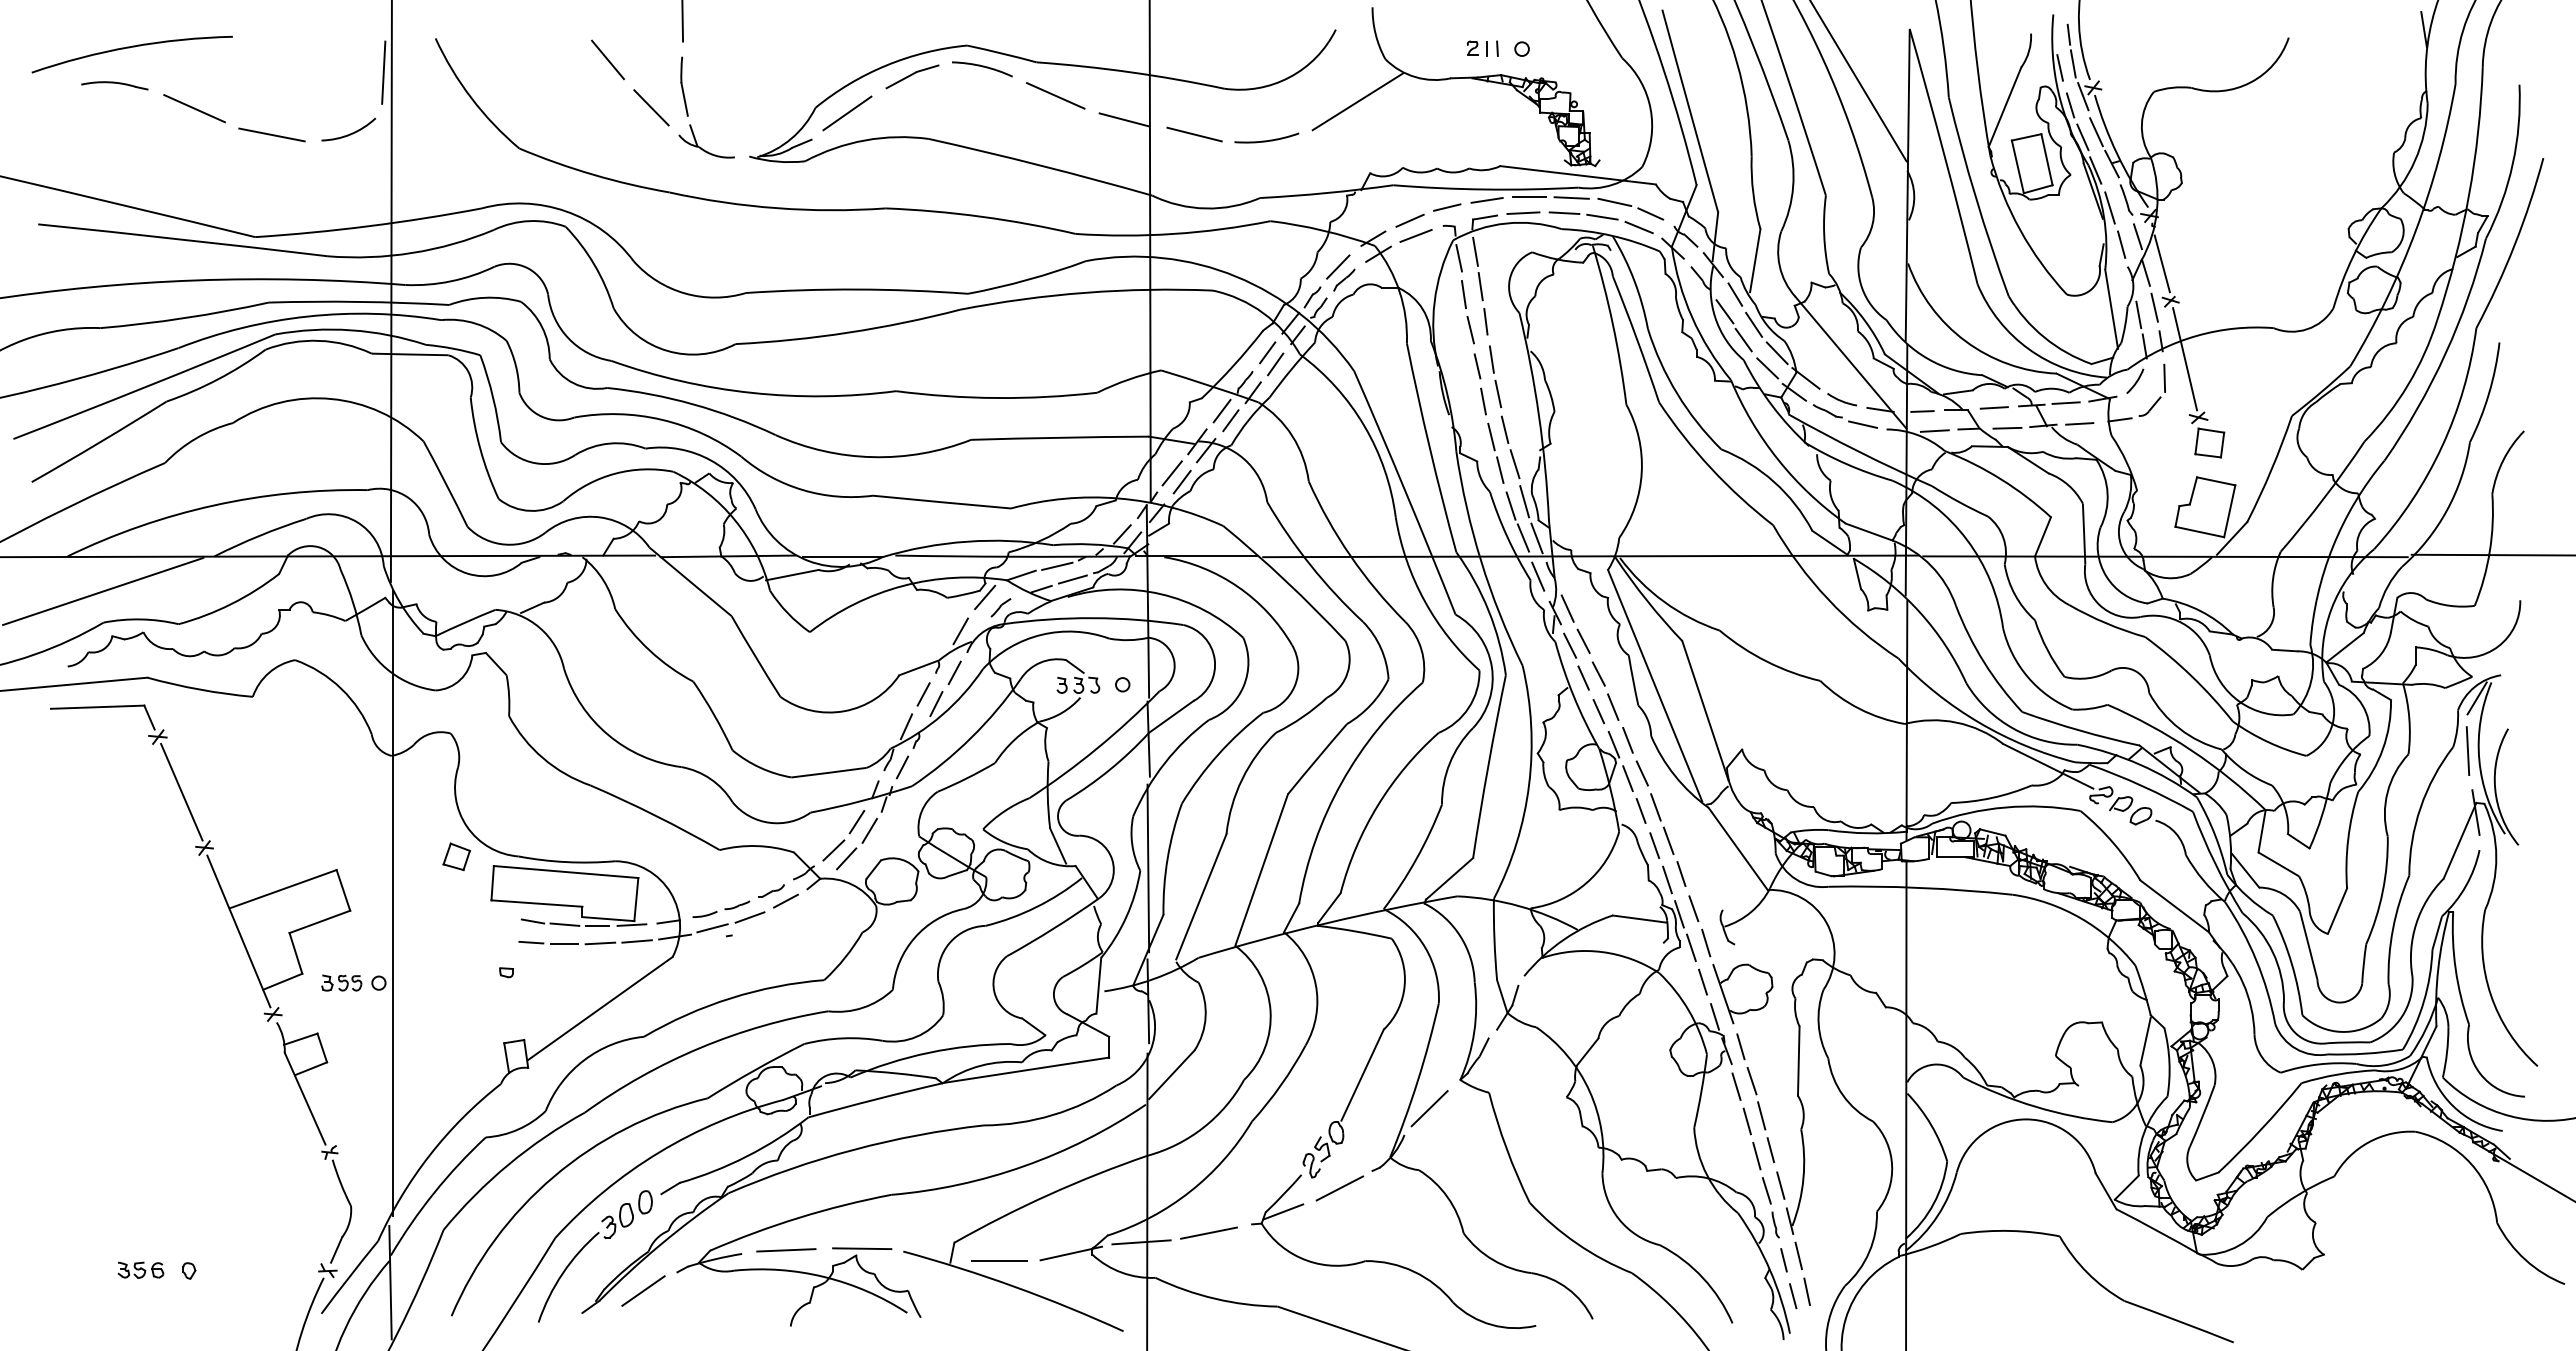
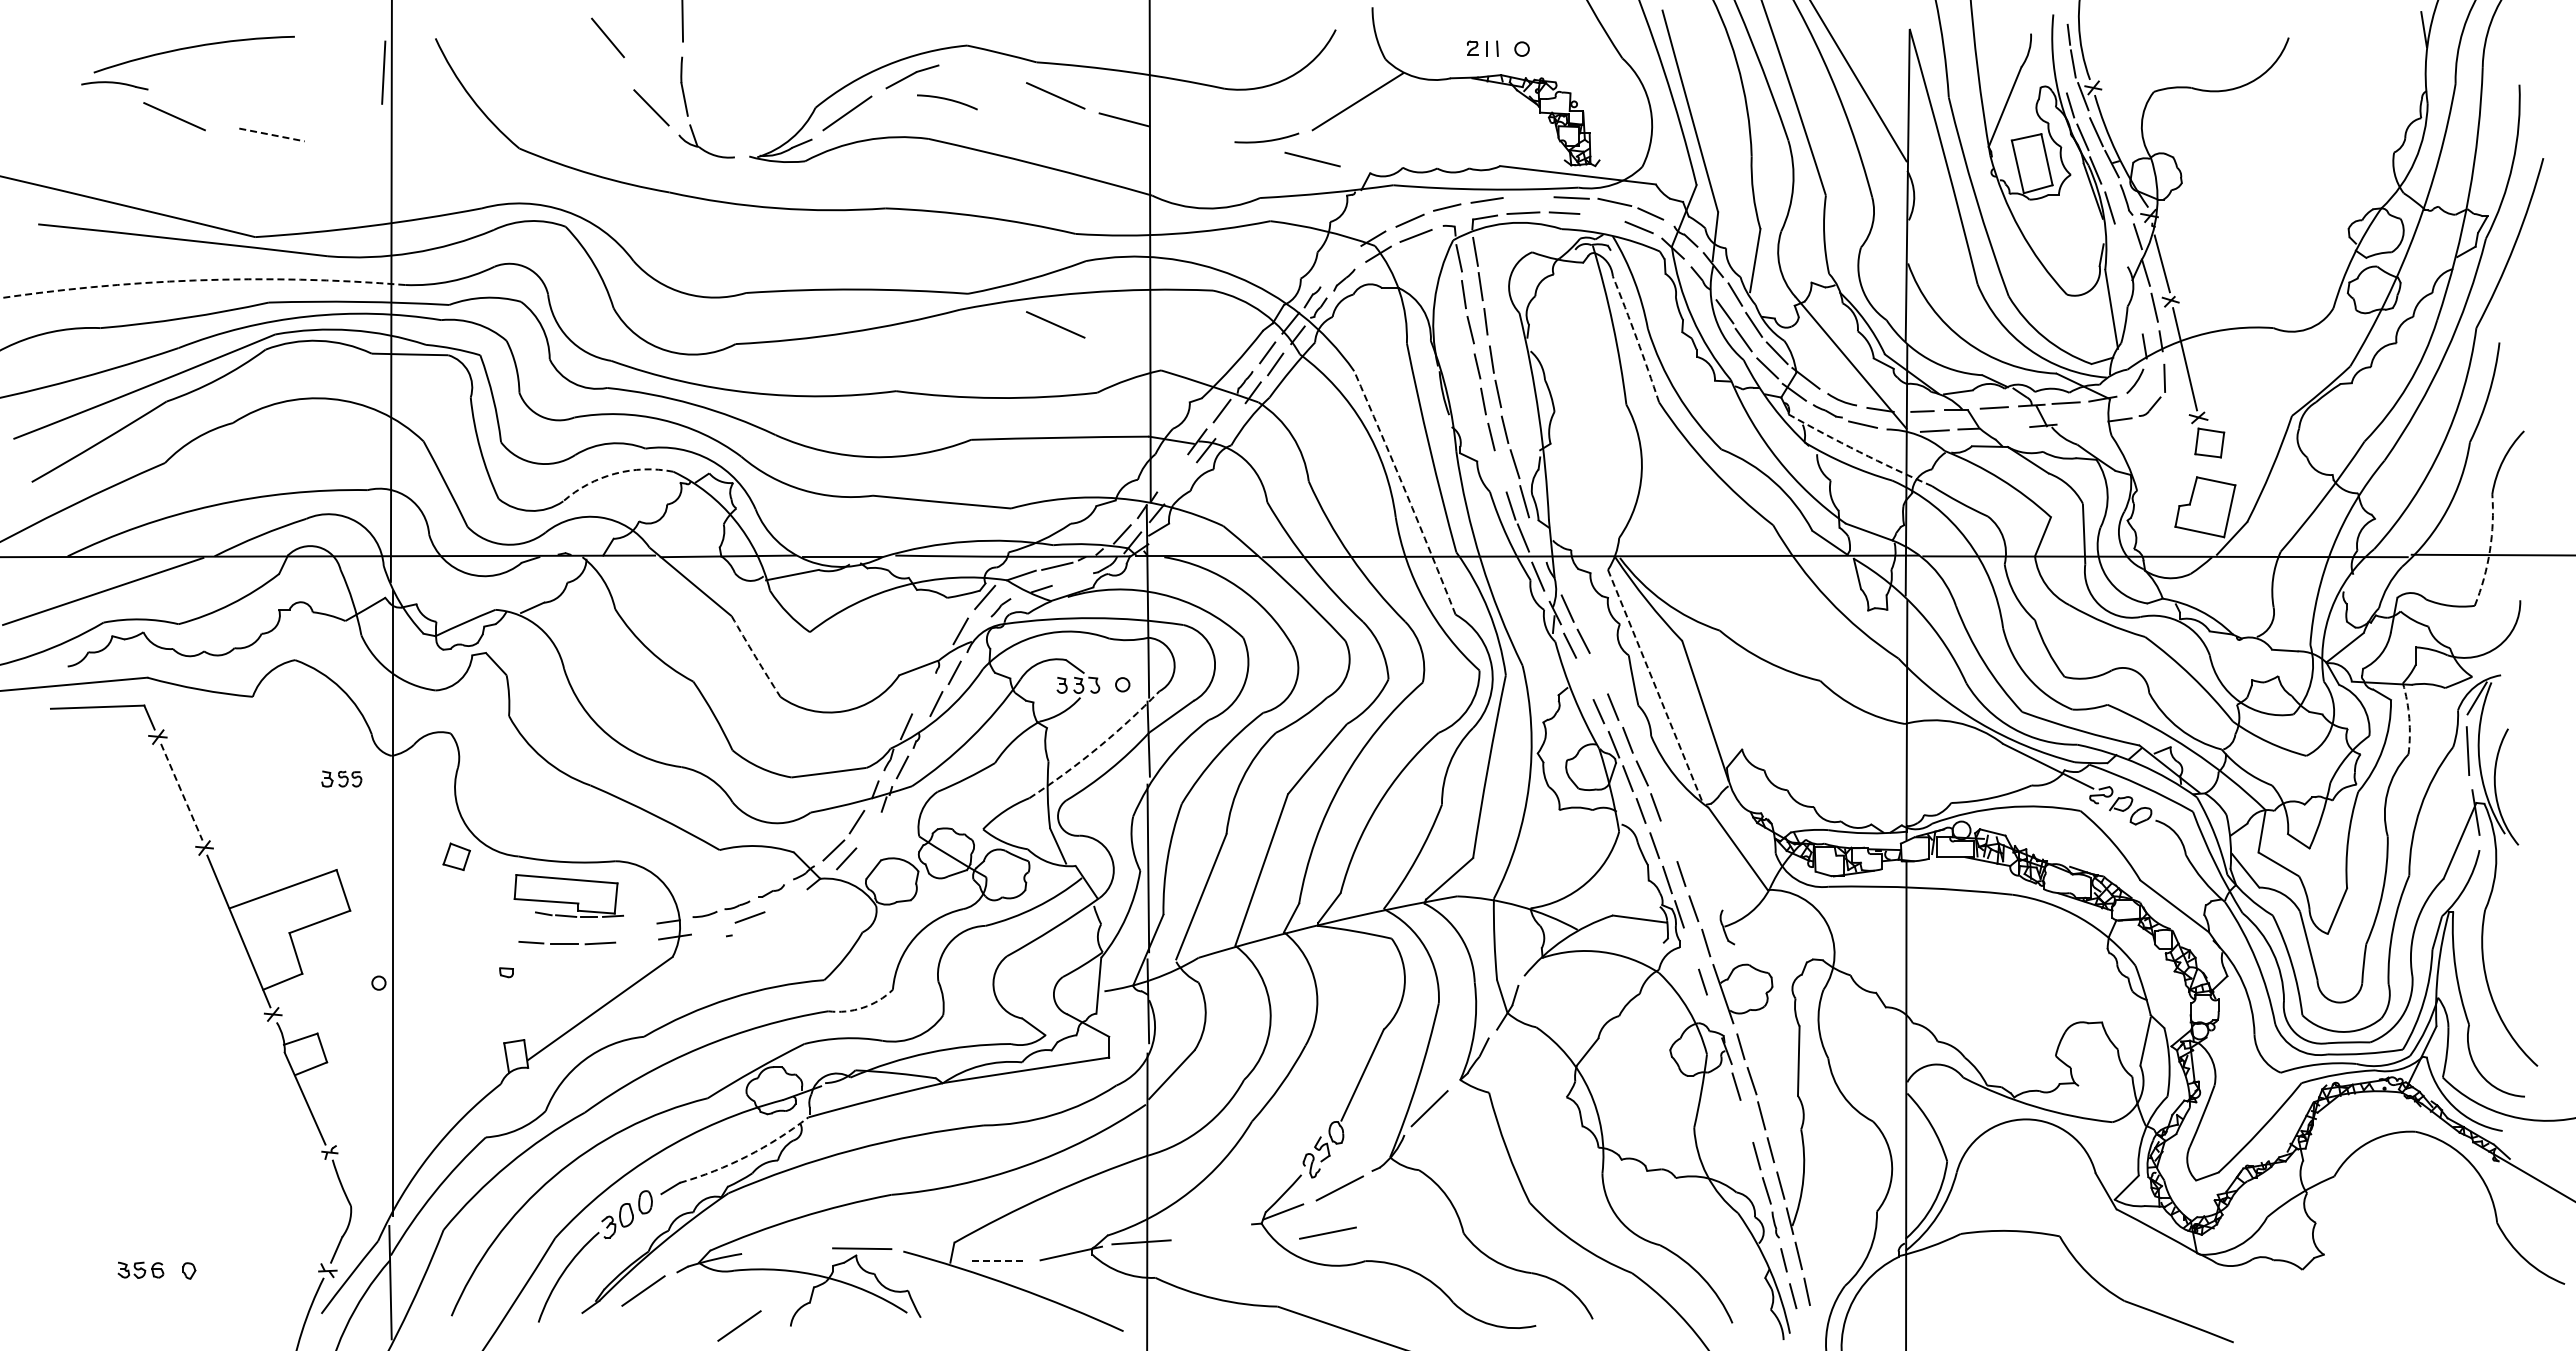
arc at (129, 48) position: (129, 48) -> (191, 48)
line at (607, 59) position: (607, 59) -> (607, 37)
arc at (982, 67) position: (982, 67) -> (947, 100)
line at (2059, 67): present -> none
line at (194, 108) position: (194, 108) -> (174, 116)
arc at (349, 133): present -> none
line at (1194, 134) position: (1194, 134) -> (1312, 159)
line at (272, 135): solid -> dashed
line at (1529, 197): present -> none
line at (1602, 216): present -> none
line at (2121, 244): present -> none
line at (1338, 266): present -> none
arc at (201, 280): solid -> dashed
line at (2138, 314): present -> none
line at (1055, 324): none -> present
arc at (1636, 338): solid -> dashed
line at (1230, 420): present -> none
line at (2079, 423): present -> none
line at (2007, 427): present -> none
arc at (1859, 451): solid -> dashed
line at (1500, 469): present -> none
arc at (614, 473): solid -> dashed
line at (1171, 473): present -> none
line at (1181, 481): present -> none
arc at (1405, 492): solid -> dashed
line at (1536, 538): present -> none
arc at (2489, 550): solid -> dashed
line at (1072, 579): present -> none
arc at (755, 656): solid -> dashed
line at (1598, 673): present -> none
line at (1583, 677): present -> none
line at (1655, 685): solid -> dashed
line at (923, 694): present -> none
arc at (2409, 718): solid -> dashed
arc at (1097, 748): solid -> dashed
line at (181, 792): solid -> dashed
line at (869, 830): present -> none
line at (1668, 840): present -> none
part at (568, 895) size: 158x62 px -> 111x44 px
line at (785, 900): present -> none
line at (712, 928): present -> none
line at (636, 941): present -> none
line at (1691, 947): present -> none
part at (341, 982) position: (341, 982) -> (341, 778)
arc at (863, 1007): solid -> dashed
line at (1714, 1016): present -> none
line at (1746, 1121): present -> none
arc at (747, 1156): solid -> dashed
line at (1208, 1232) position: (1208, 1232) -> (1327, 1232)
line at (786, 1250): present -> none
line at (999, 1261): solid -> dashed
line at (739, 1325): none -> present
